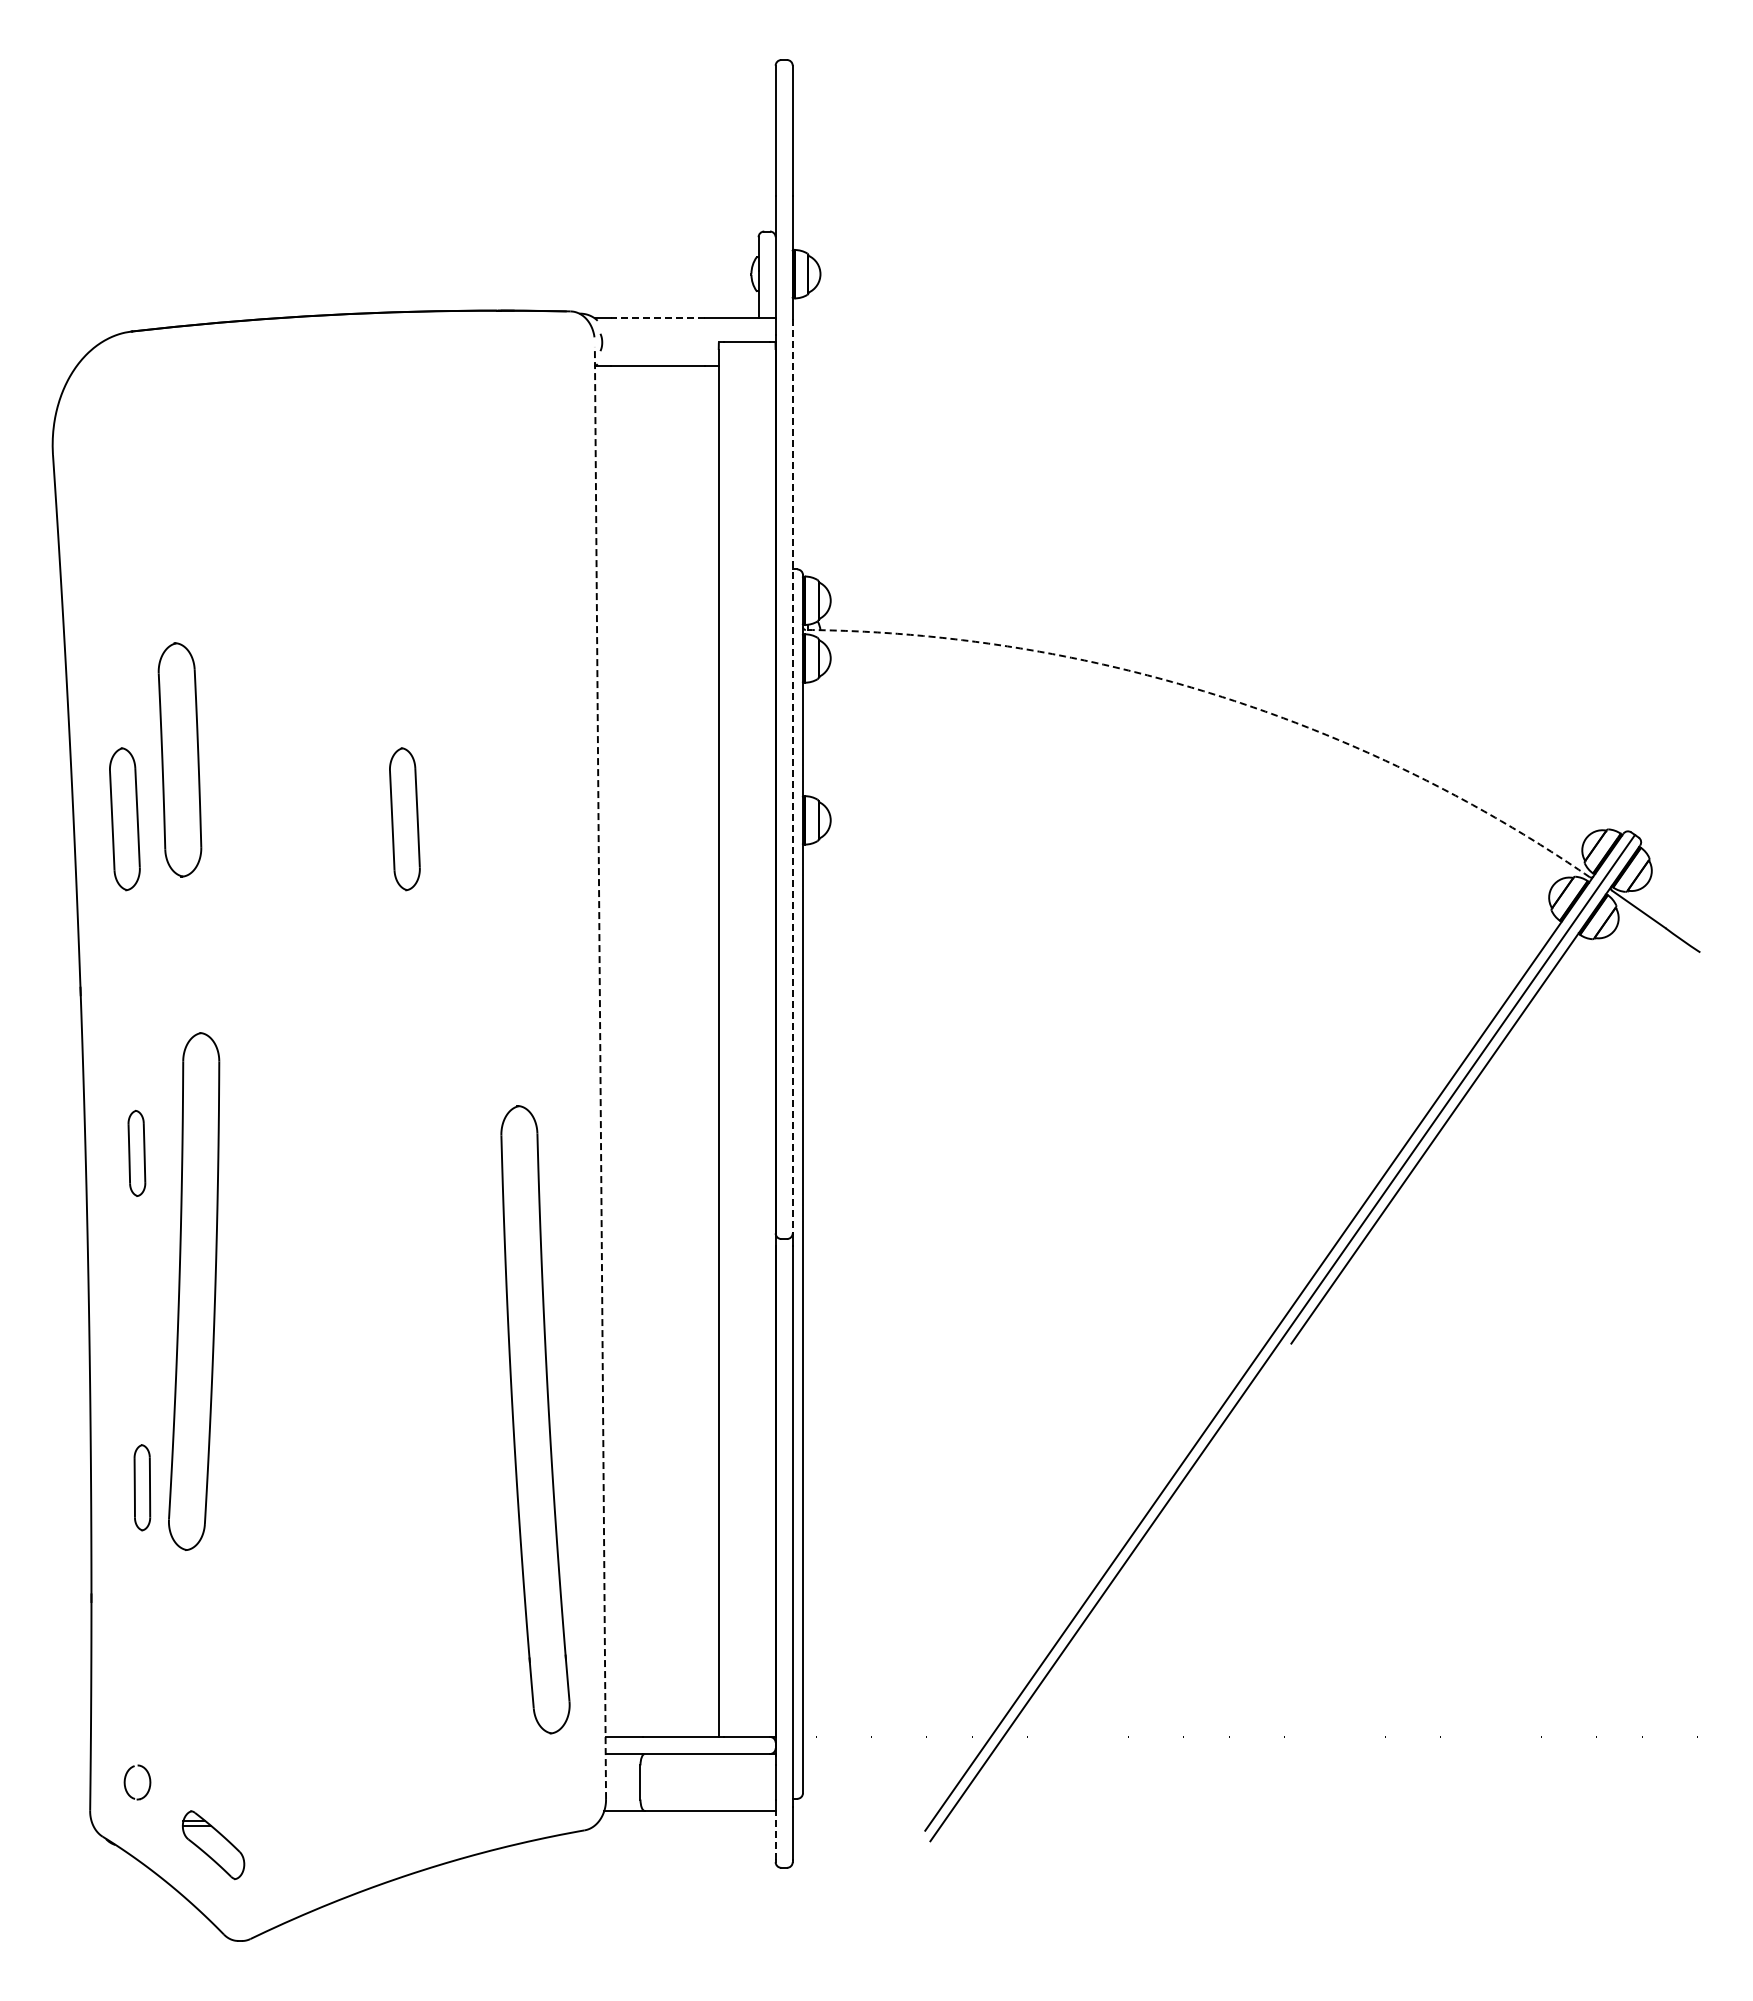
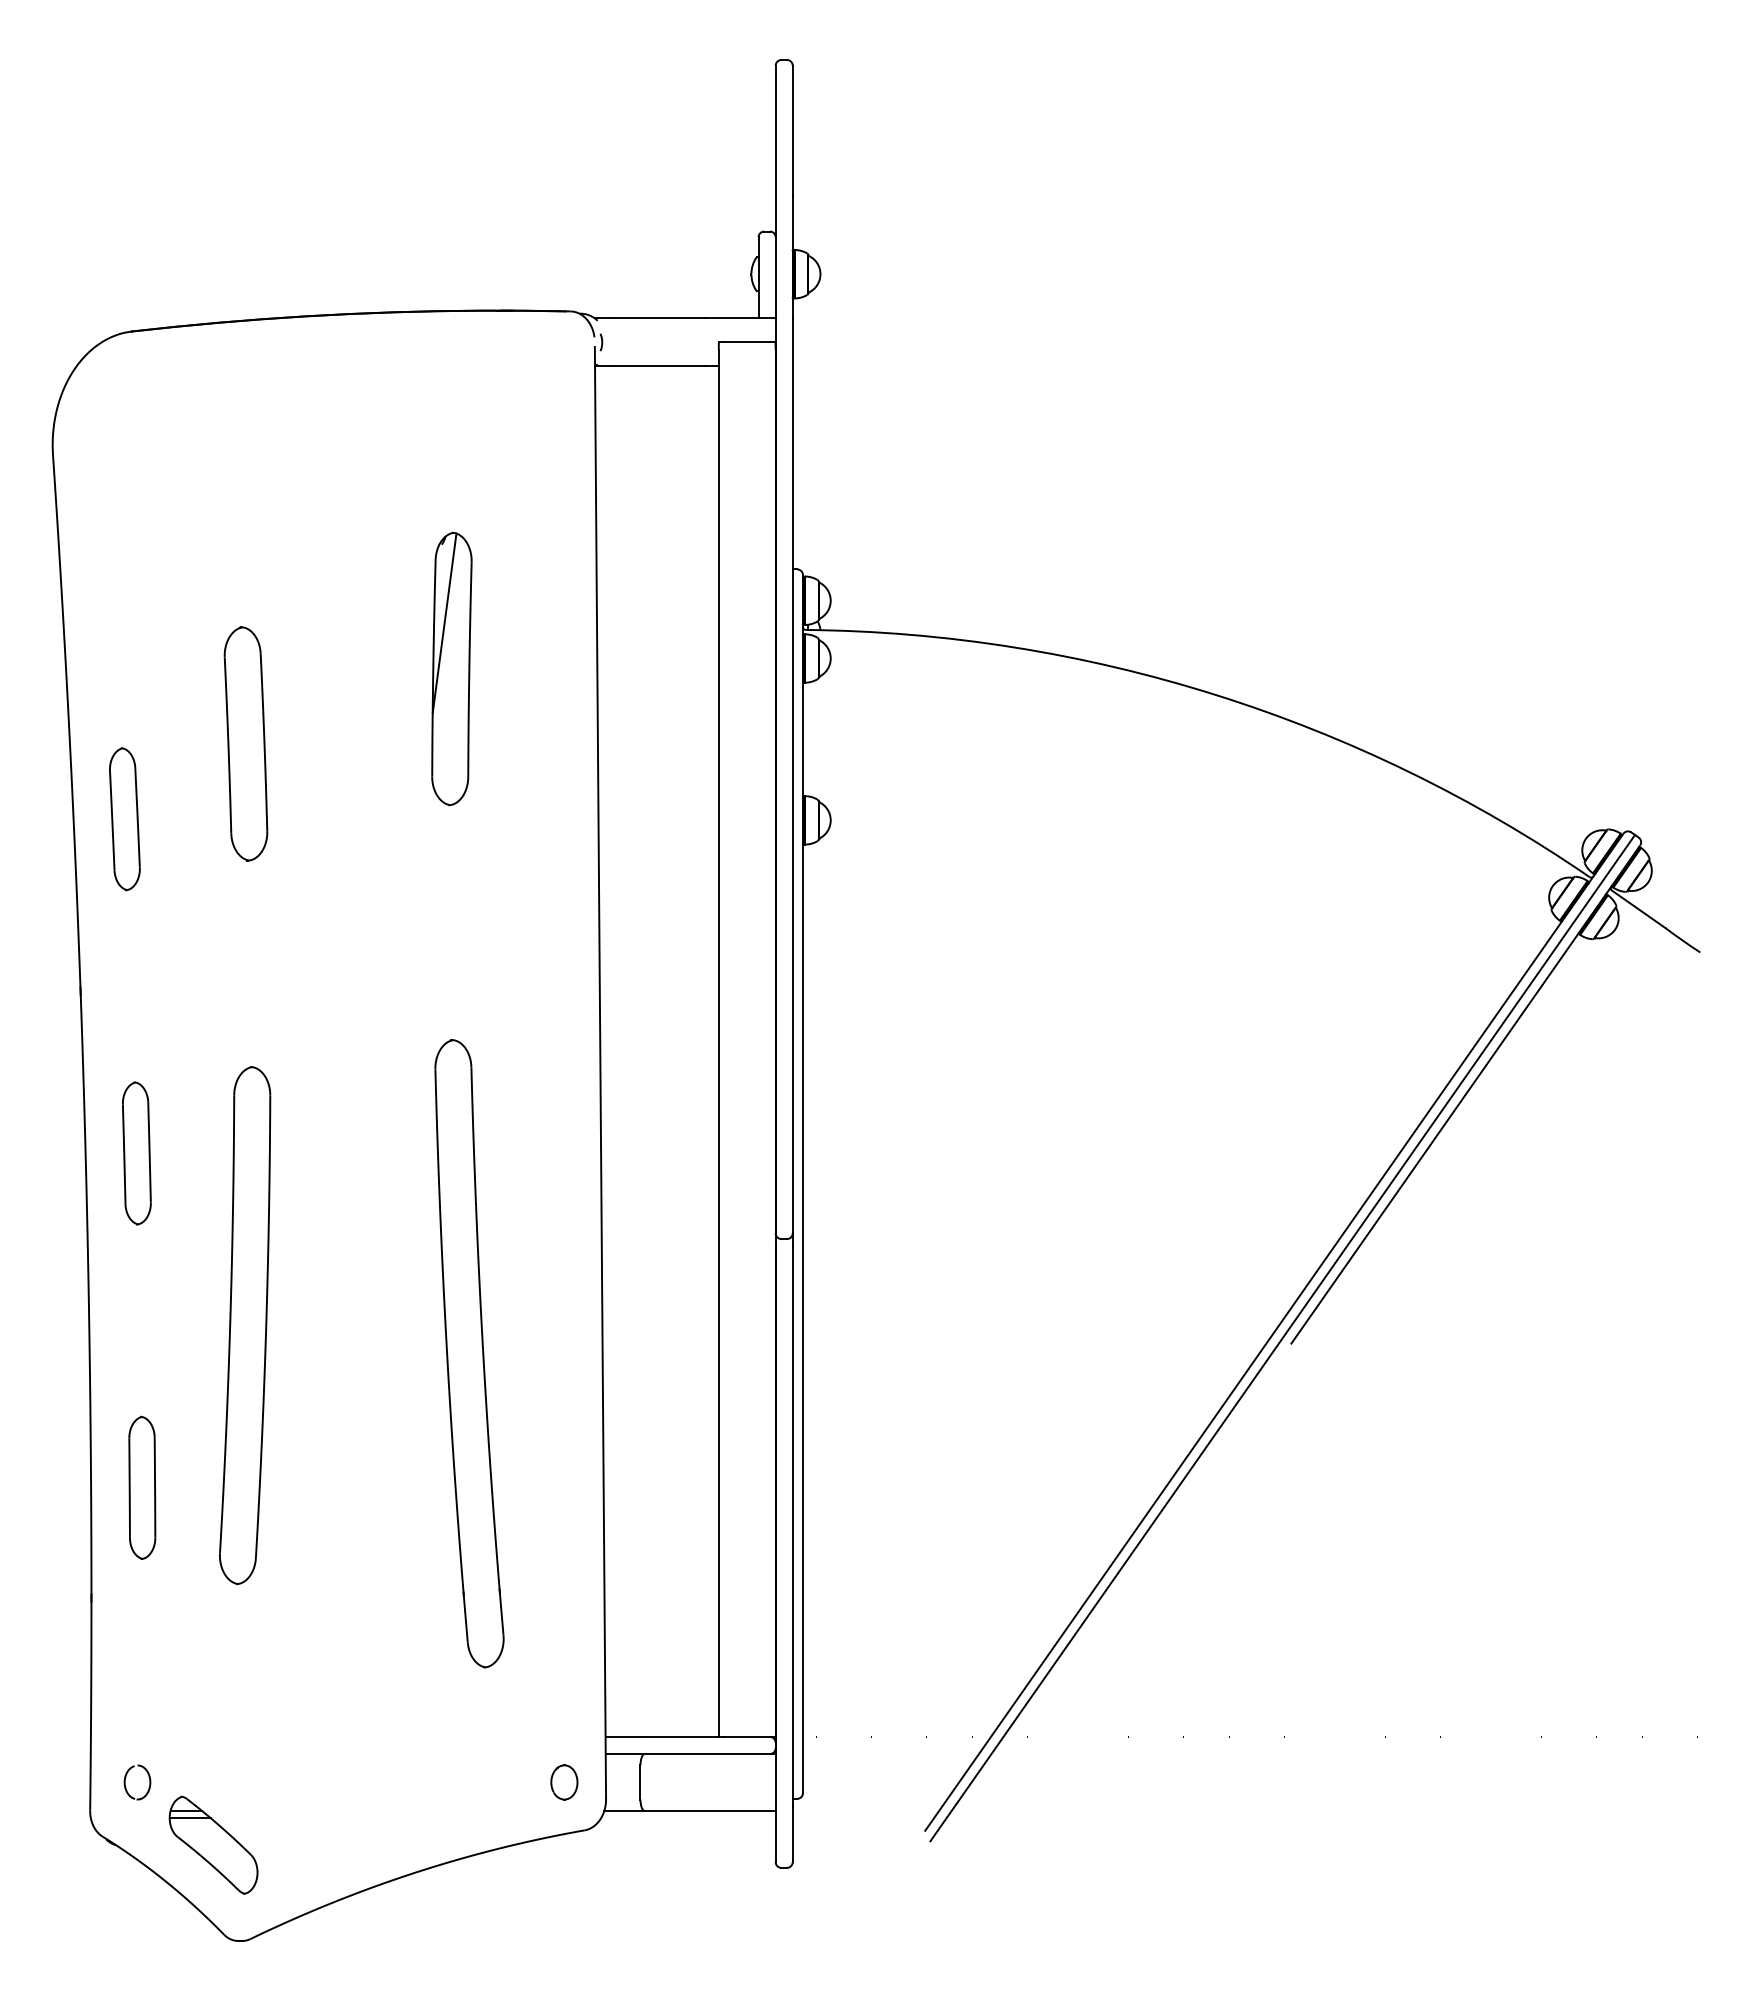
line at (657, 318): dashed -> solid
part at (451, 668): none -> present
arc at (1216, 695): dashed -> solid
part at (179, 759) position: (179, 759) -> (245, 743)
line at (792, 776): dashed -> solid
part at (404, 819): present -> none
line at (600, 1072): dashed -> solid
part at (136, 1152) size: 20x88 px -> 30x145 px
part at (194, 1291) position: (194, 1291) -> (245, 1325)
part at (535, 1419) position: (535, 1419) -> (469, 1353)
part at (142, 1487) size: 19x88 px -> 29x145 px
part at (564, 1782): none -> present
line at (775, 1834): dashed -> solid
part at (213, 1845) size: 64x71 px -> 91x100 px
